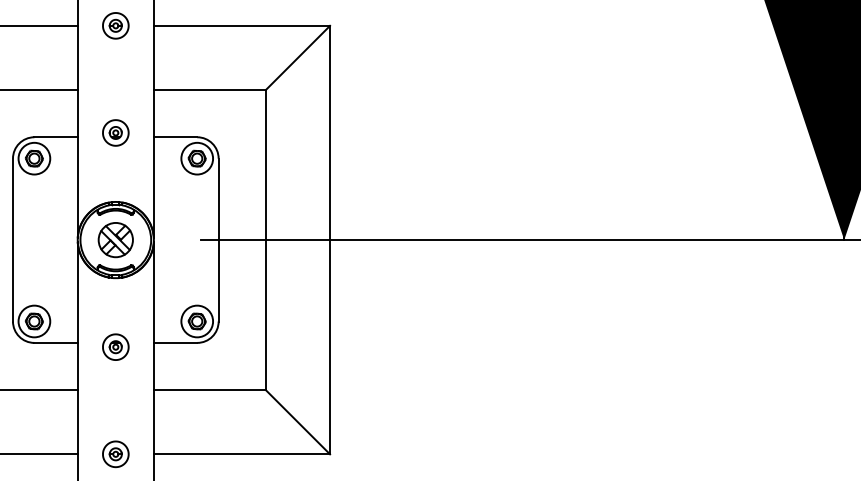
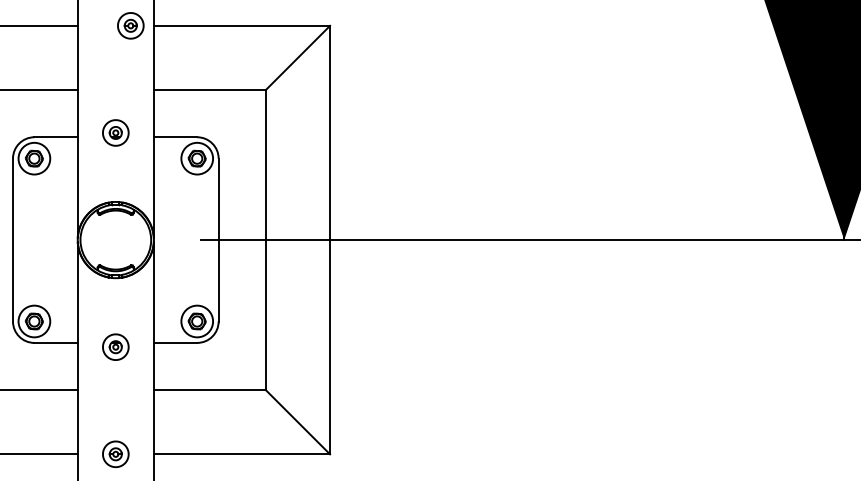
part at (115, 25) position: (115, 25) -> (130, 25)
part at (115, 240): present -> none
